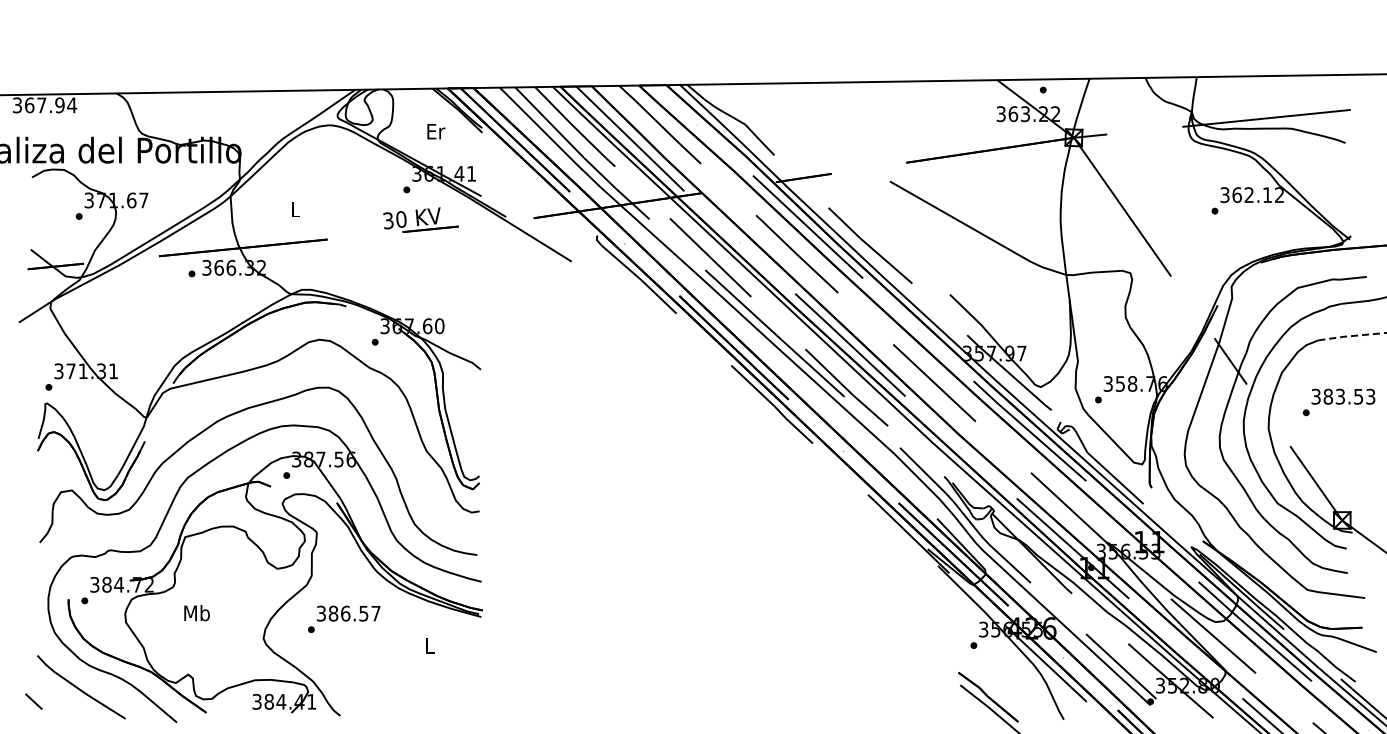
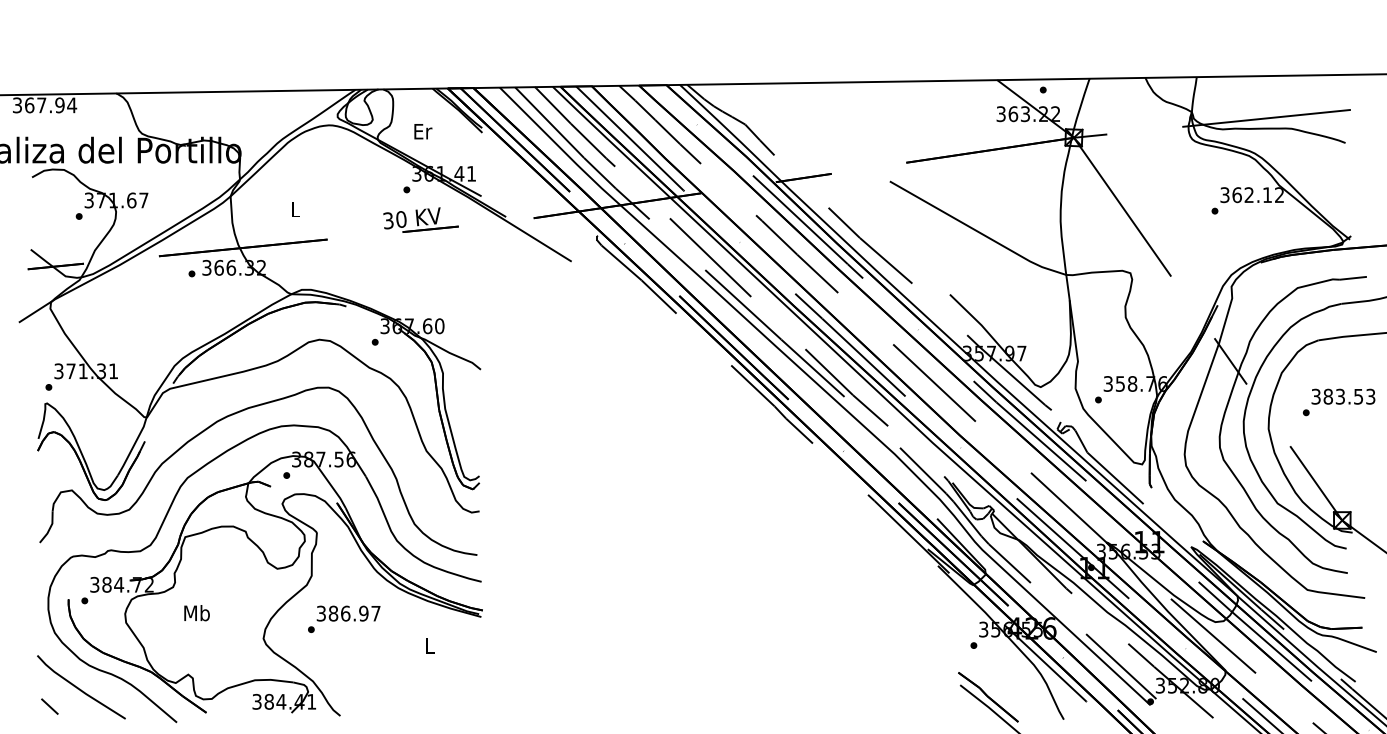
text at (436, 131) position: (436, 131) -> (423, 131)
line at (1352, 336): dashed -> solid
text at (363, 613): 386.57 -> 386.97
line at (33, 701) position: (33, 701) -> (49, 706)
